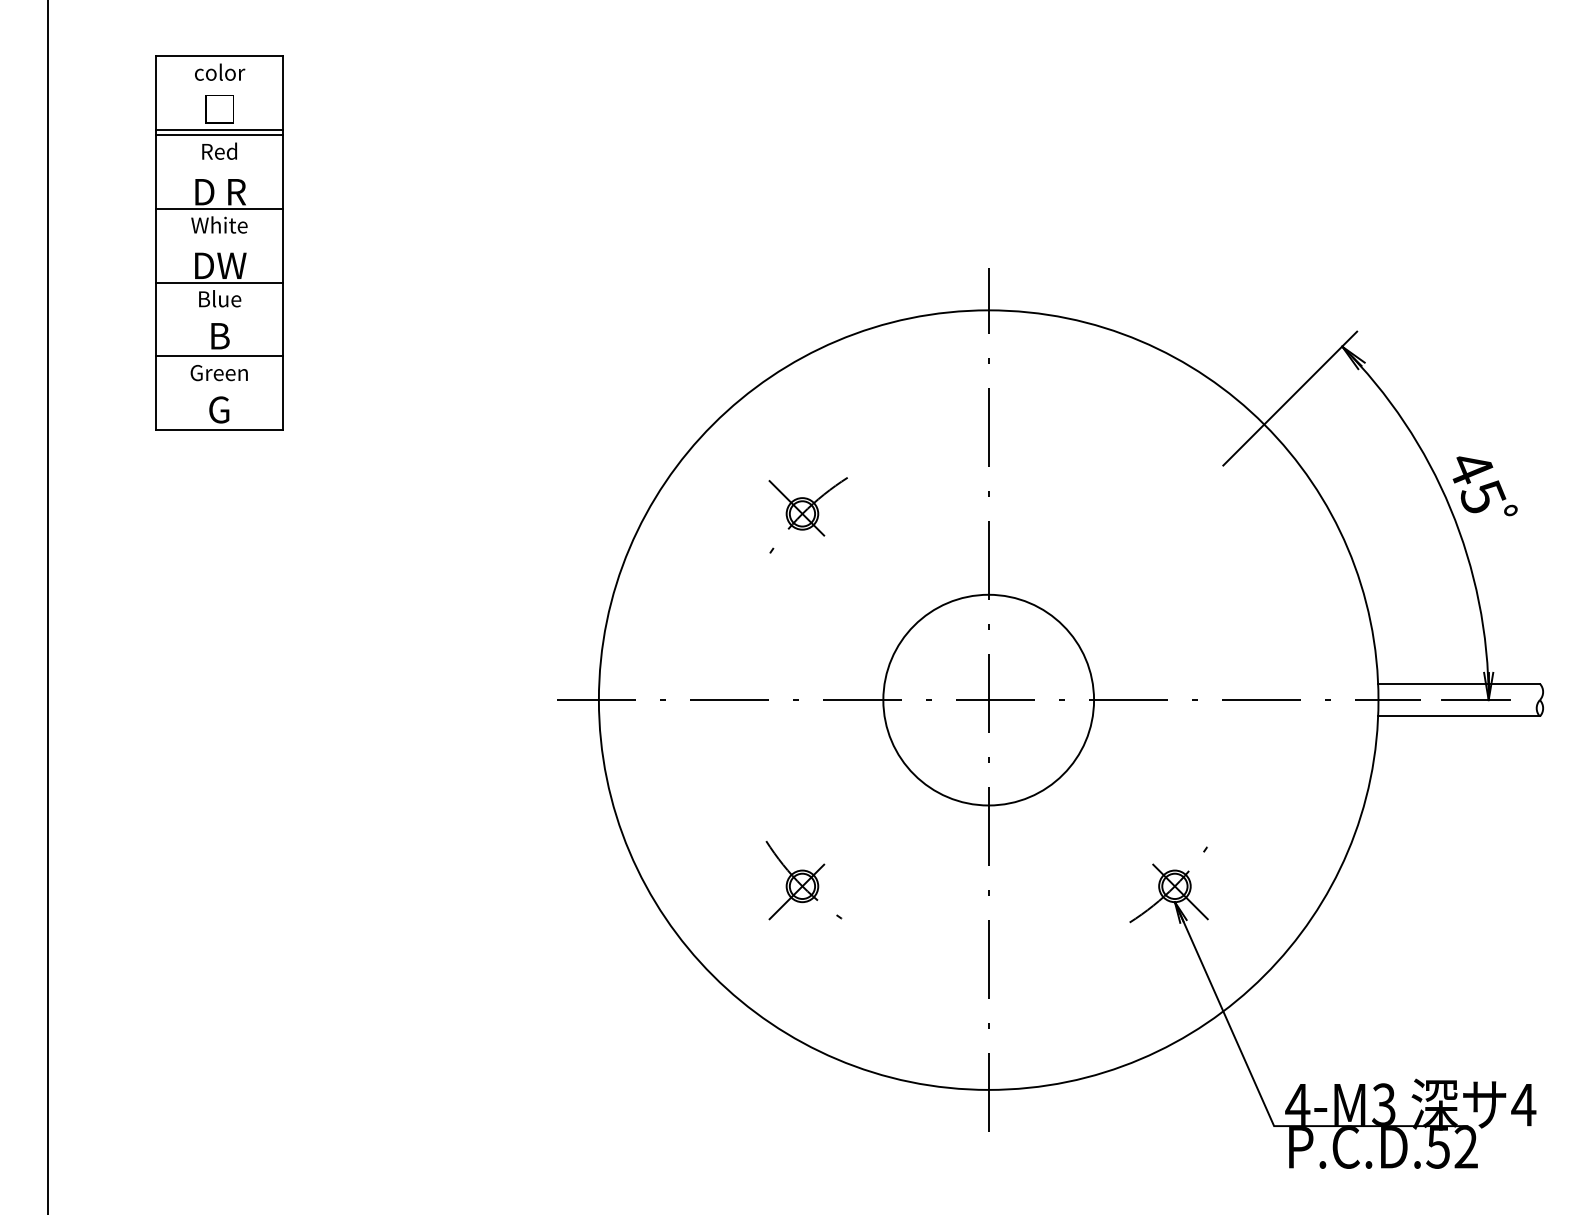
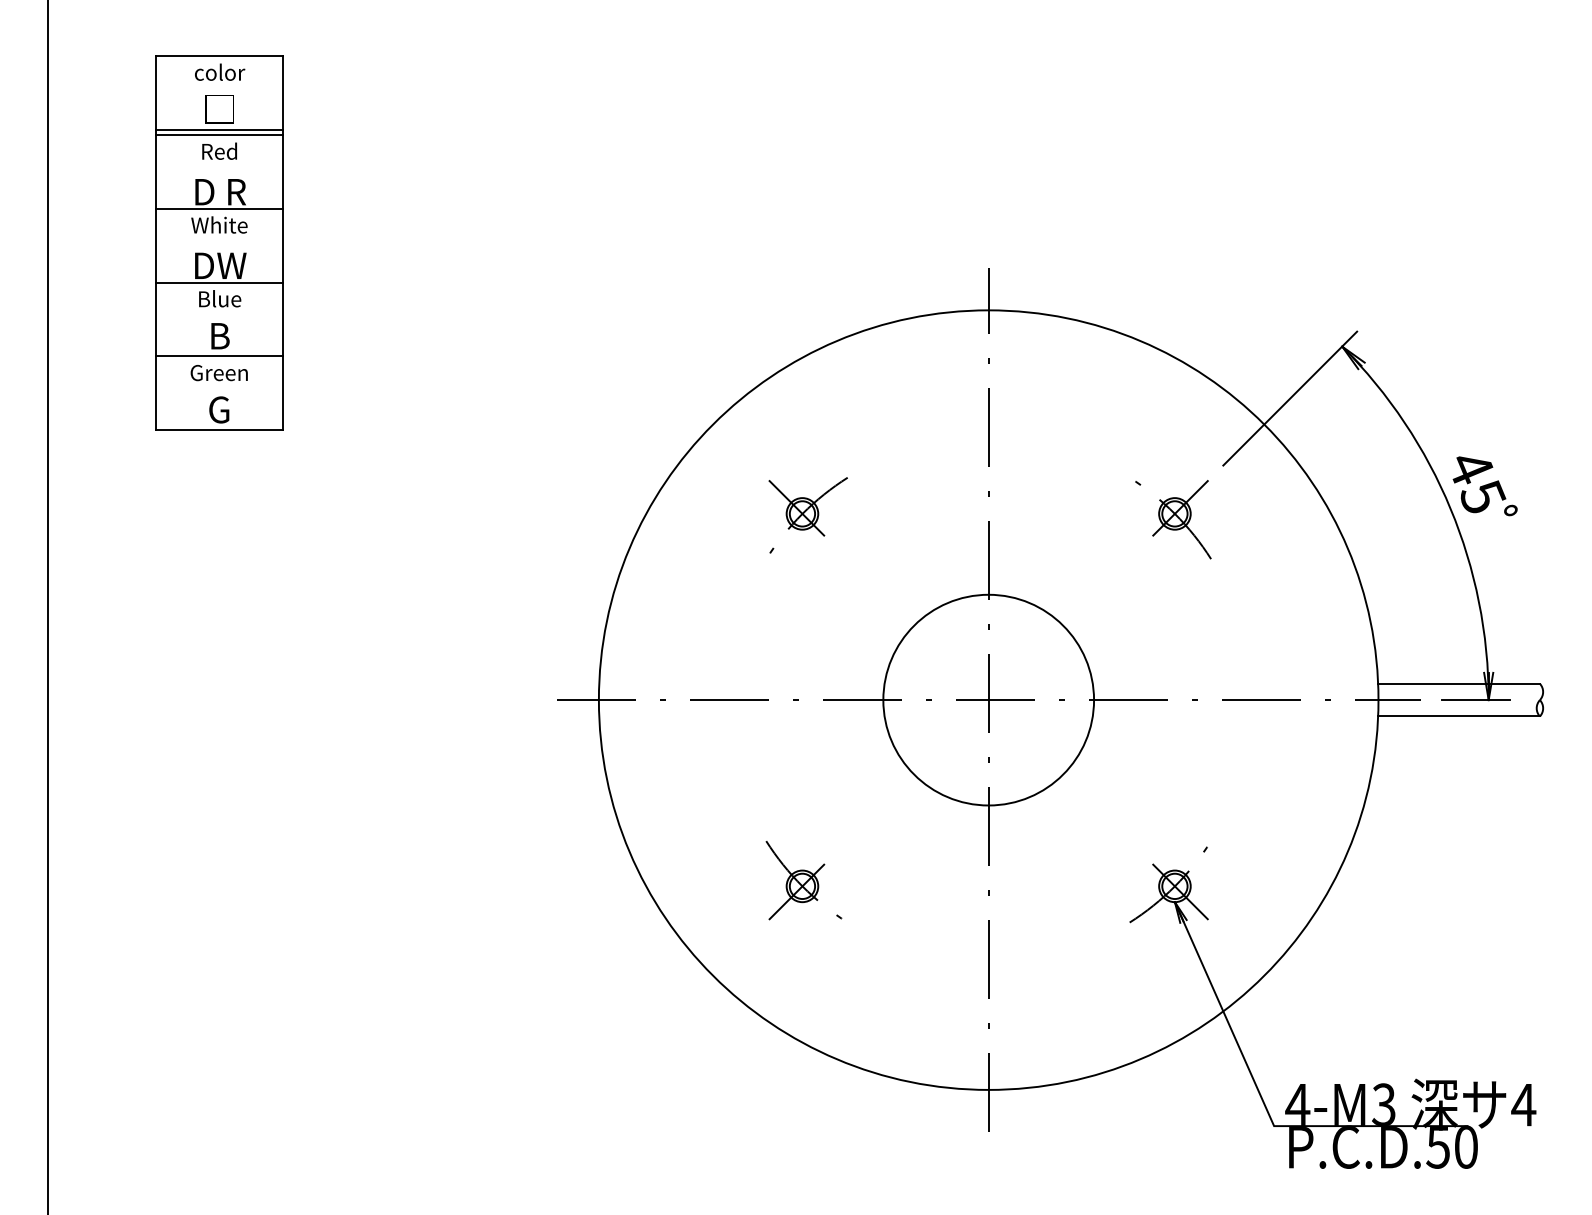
part at (1173, 519): none -> present
text at (1465, 1146): P.C.D.52 -> P.C.D.50
